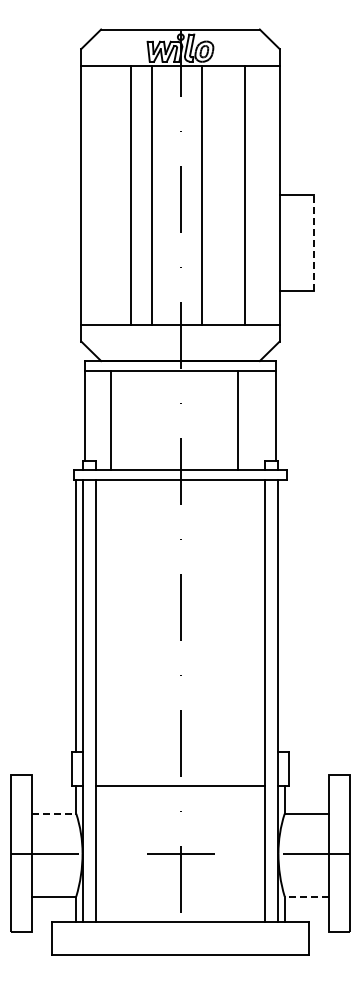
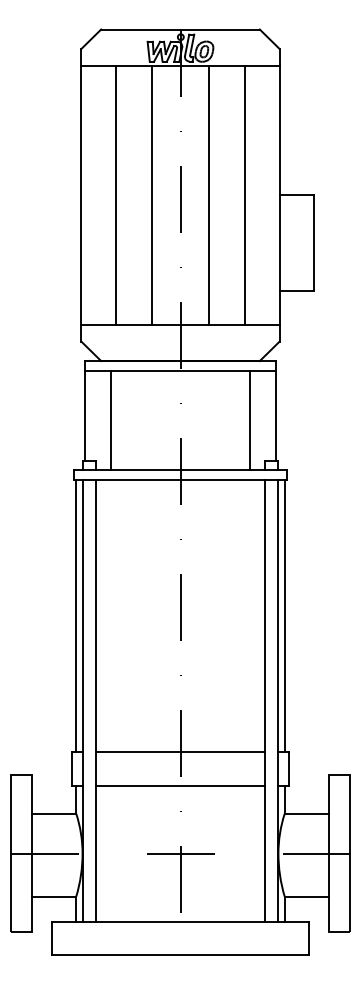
line at (131, 194) position: (131, 194) -> (116, 194)
line at (201, 194) position: (201, 194) -> (208, 194)
line at (313, 242): dashed -> solid
line at (237, 420) position: (237, 420) -> (249, 420)
line at (284, 615): none -> present
line at (180, 751): none -> present
line at (54, 813): dashed -> solid
line at (306, 896): dashed -> solid
